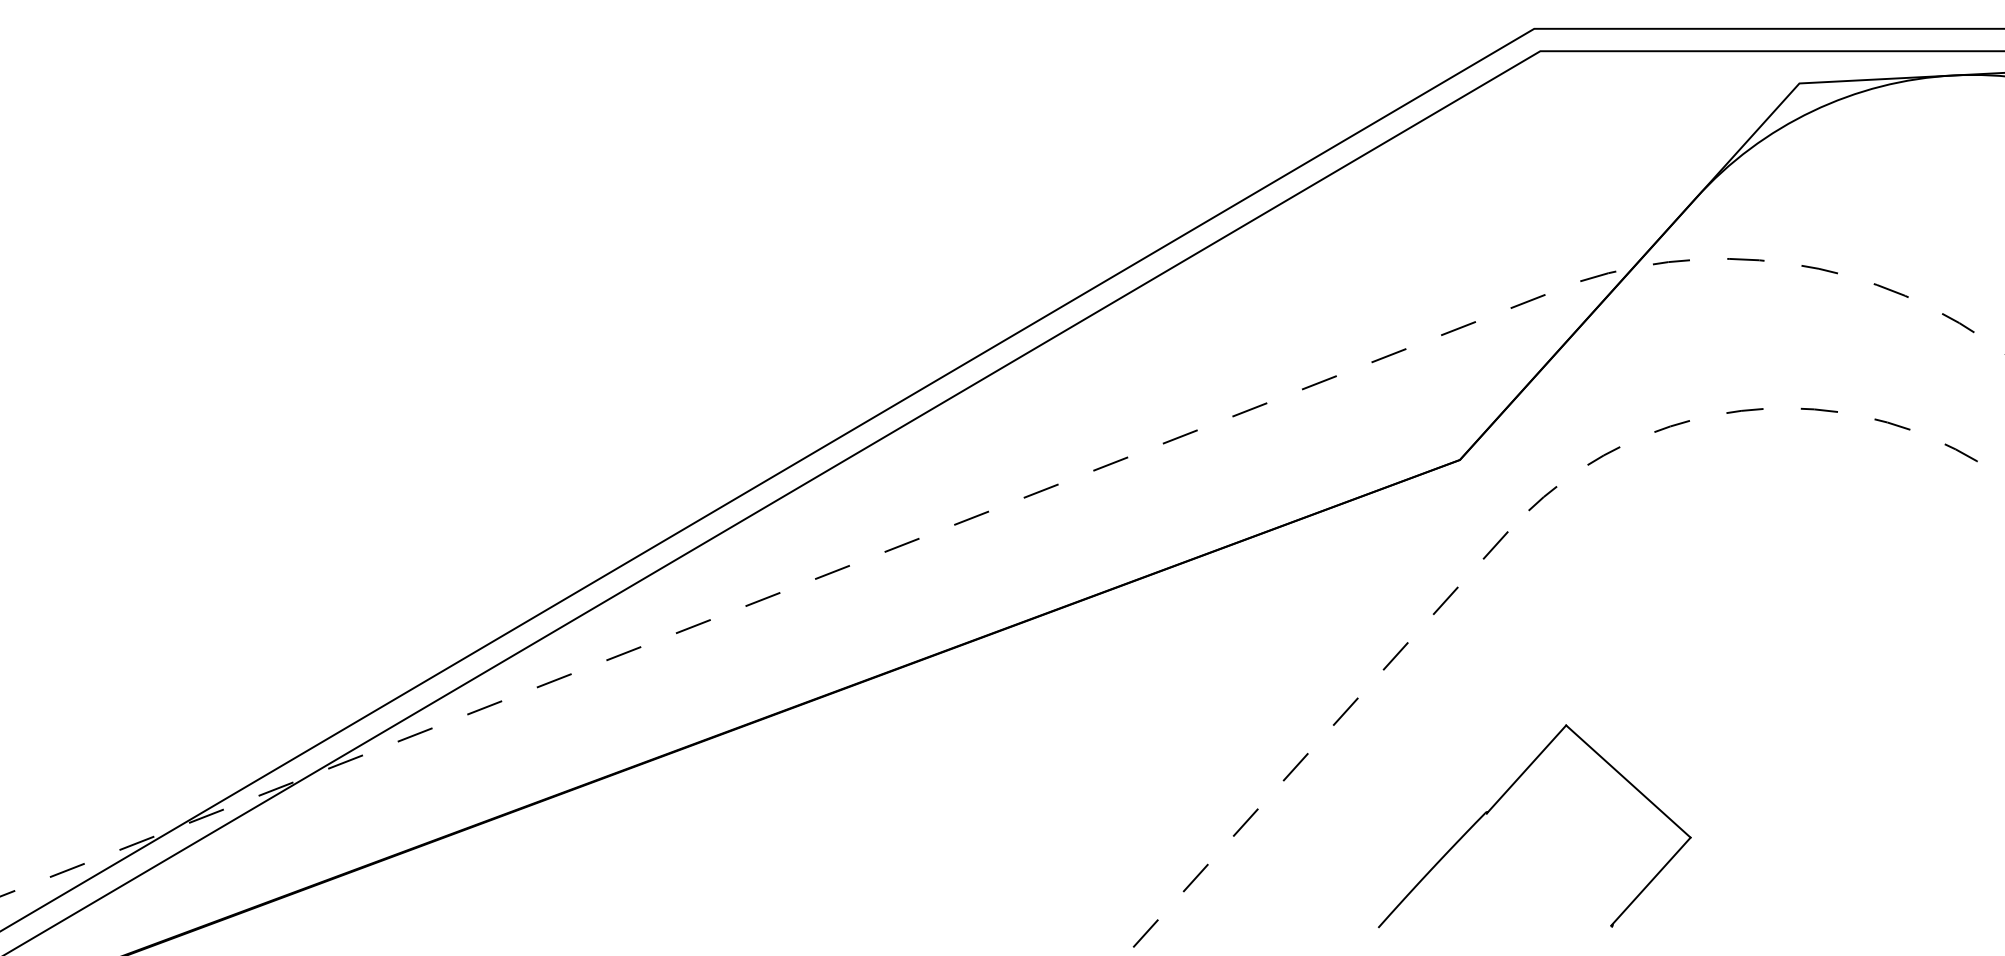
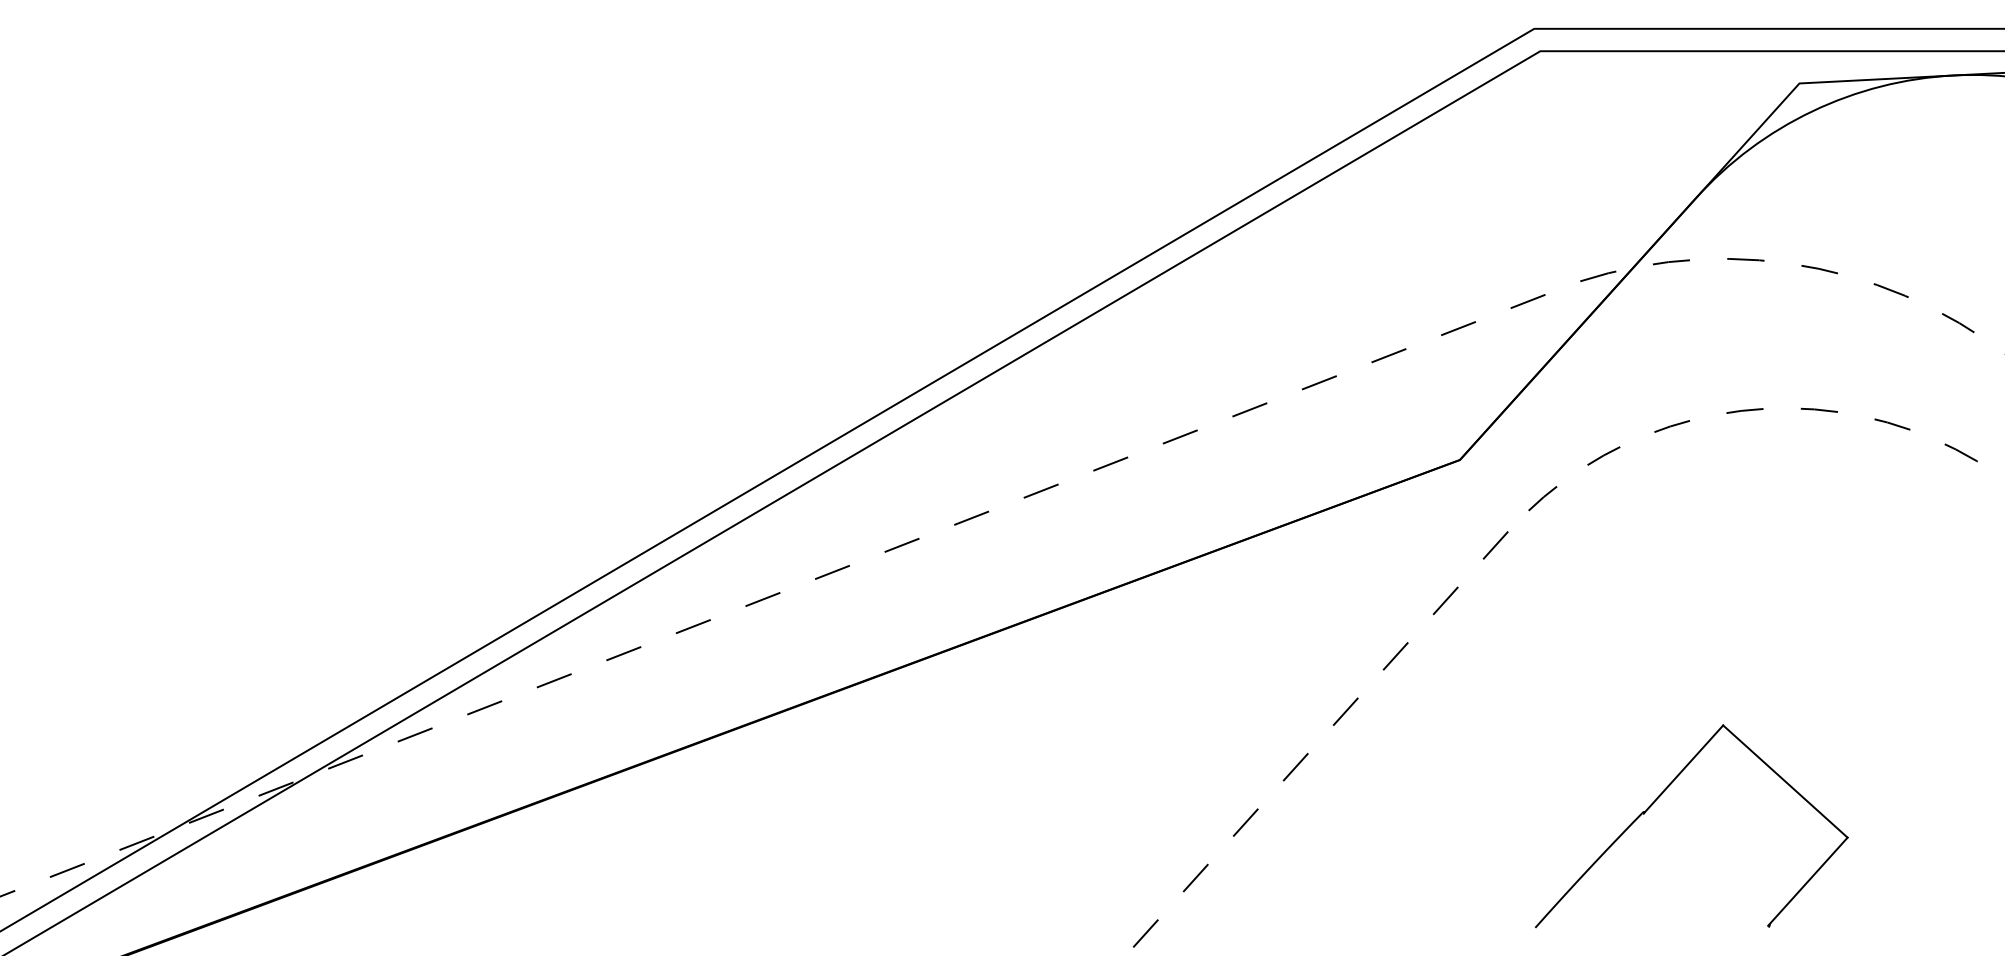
part at (1504, 795) position: (1504, 795) -> (1661, 795)
